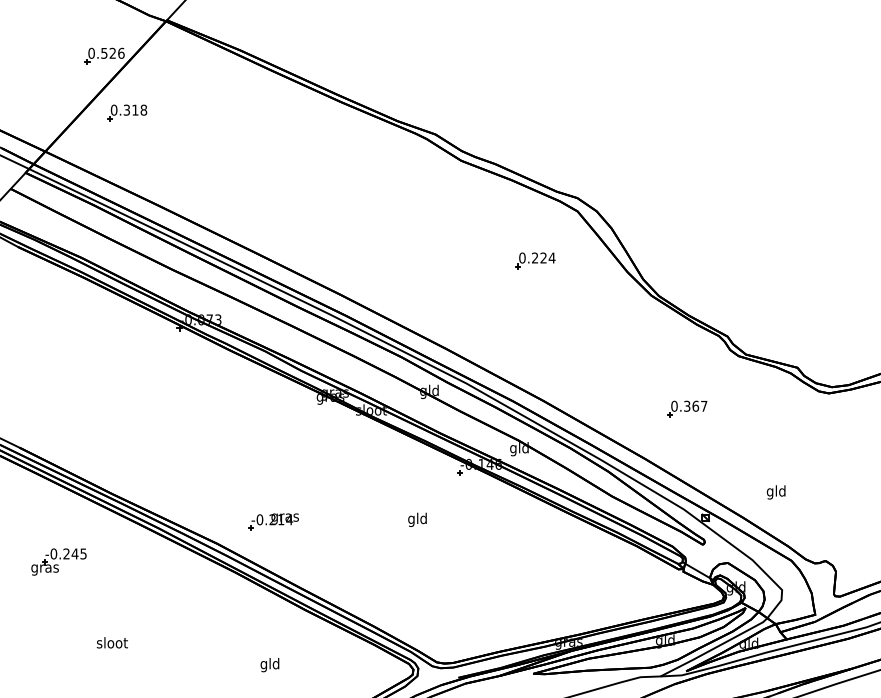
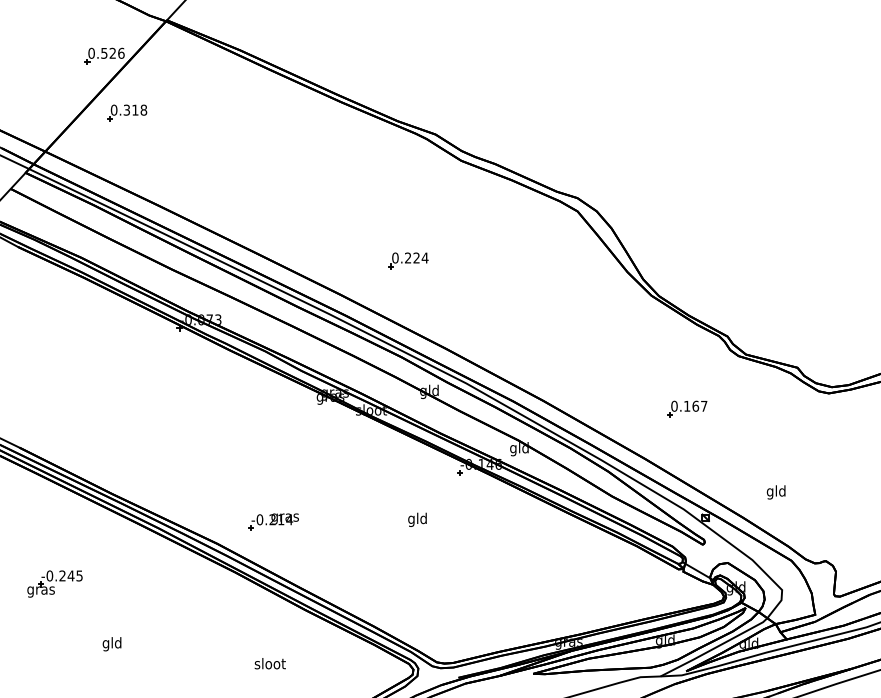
part at (535, 260) position: (535, 260) -> (408, 260)
text at (687, 405): 0.367 -> 0.167
part at (58, 561) position: (58, 561) -> (54, 583)
text at (111, 644): sloot -> gld
text at (269, 665): gld -> sloot
